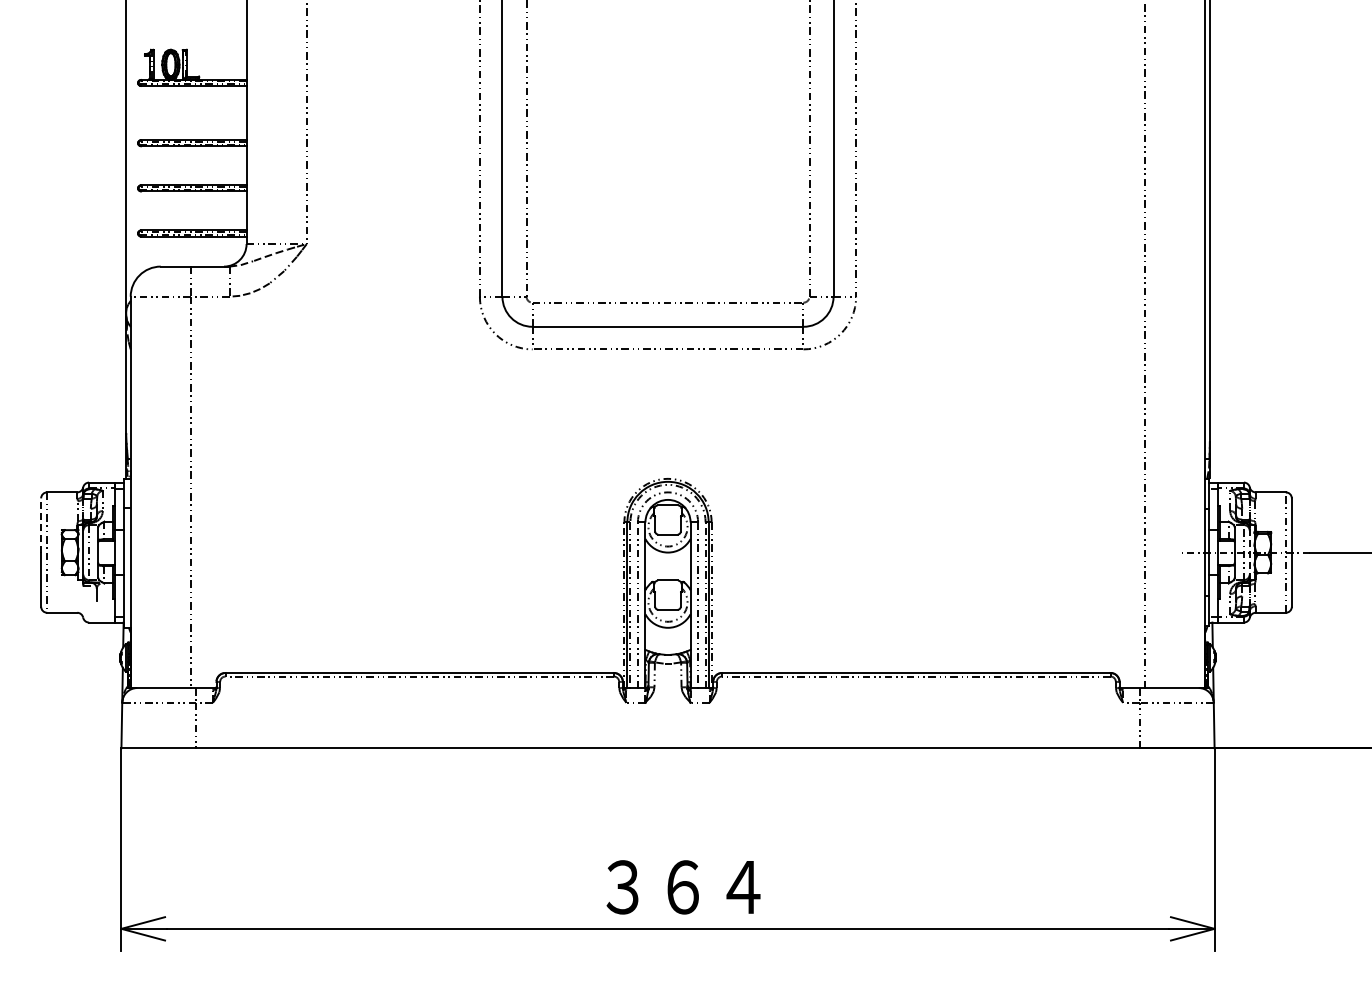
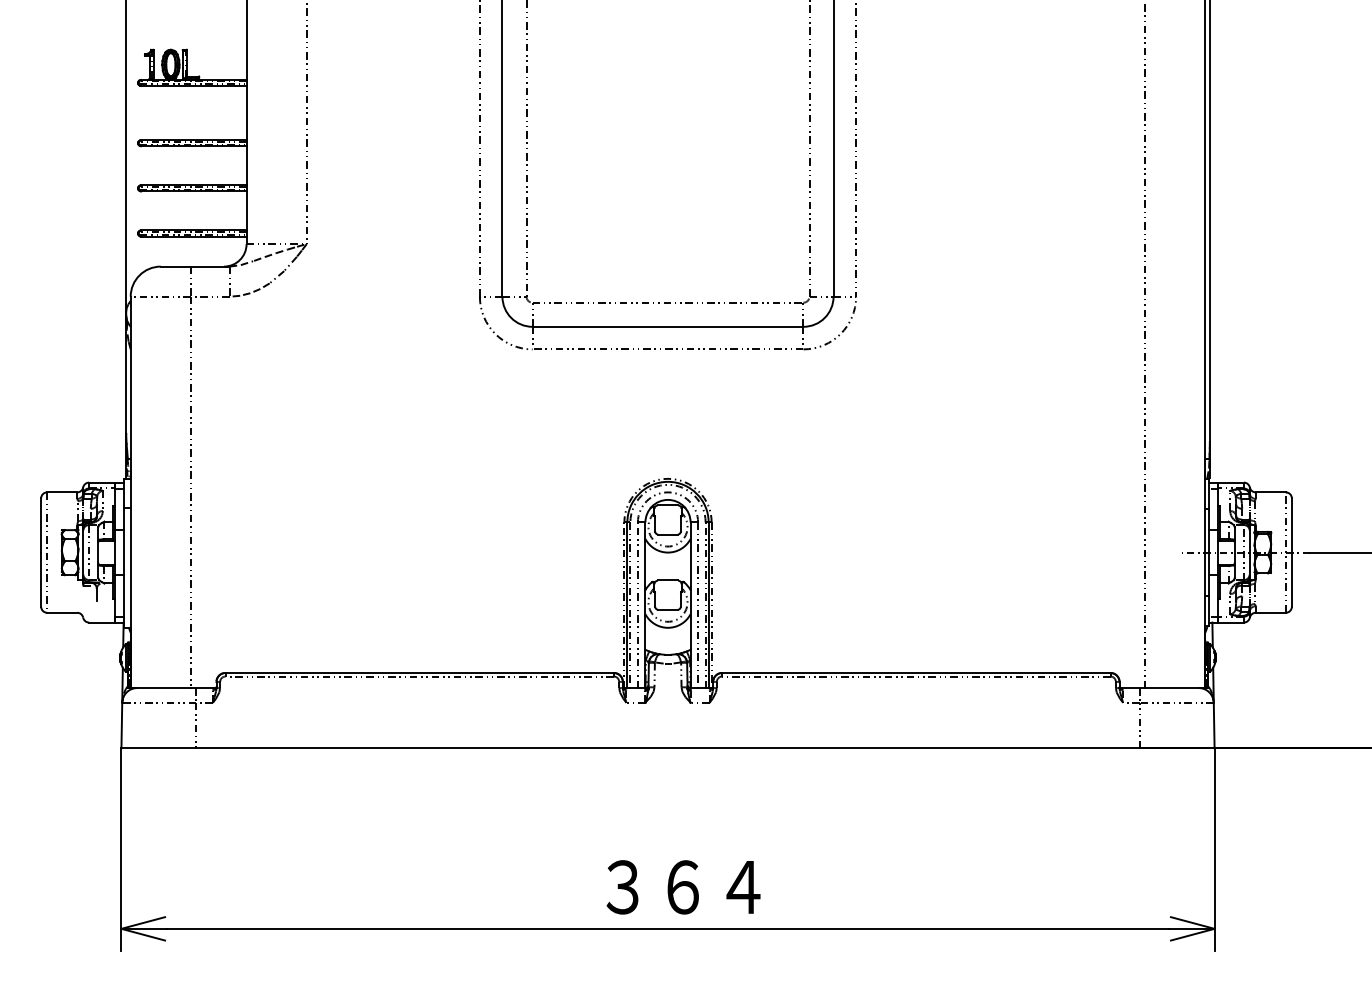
line at (41, 525): dashed -> solid
line at (1249, 552): dashed -> solid
